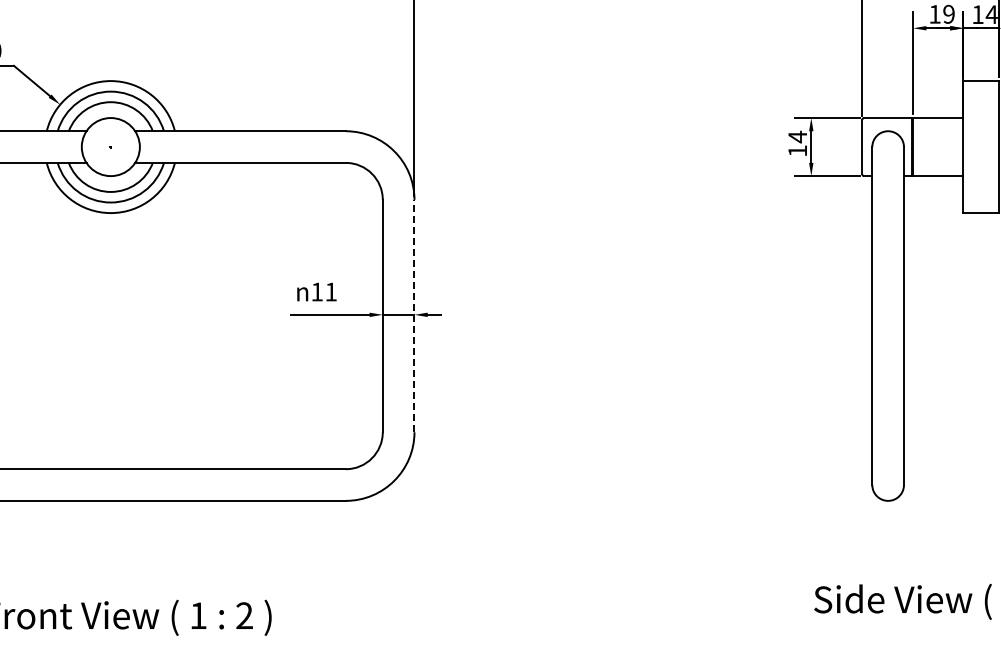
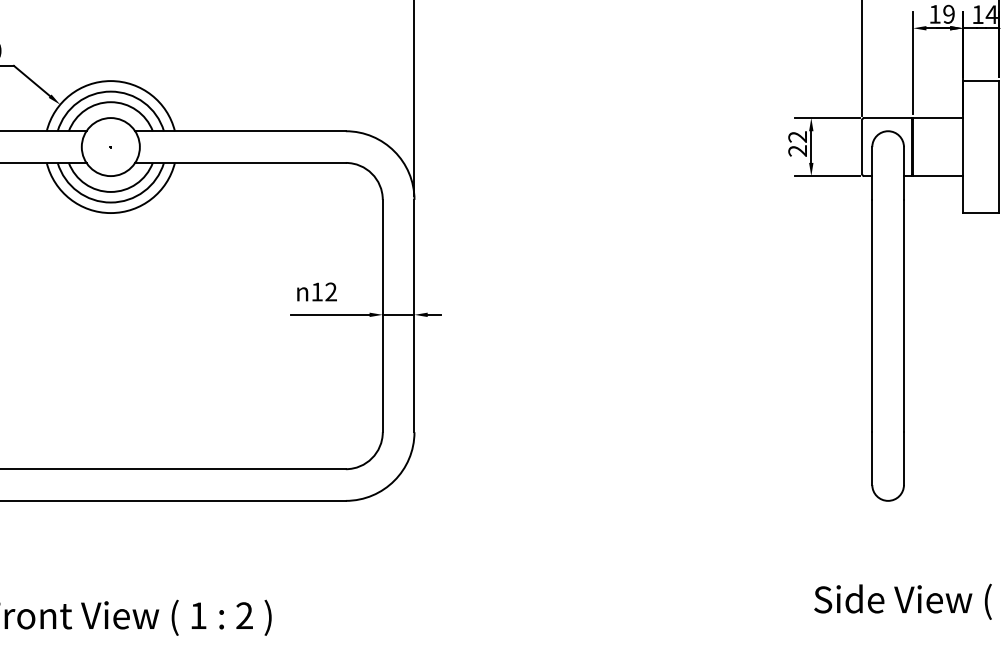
text at (797, 143): 14 -> 22
text at (330, 291): 11 -> 12
line at (414, 315): dashed -> solid
